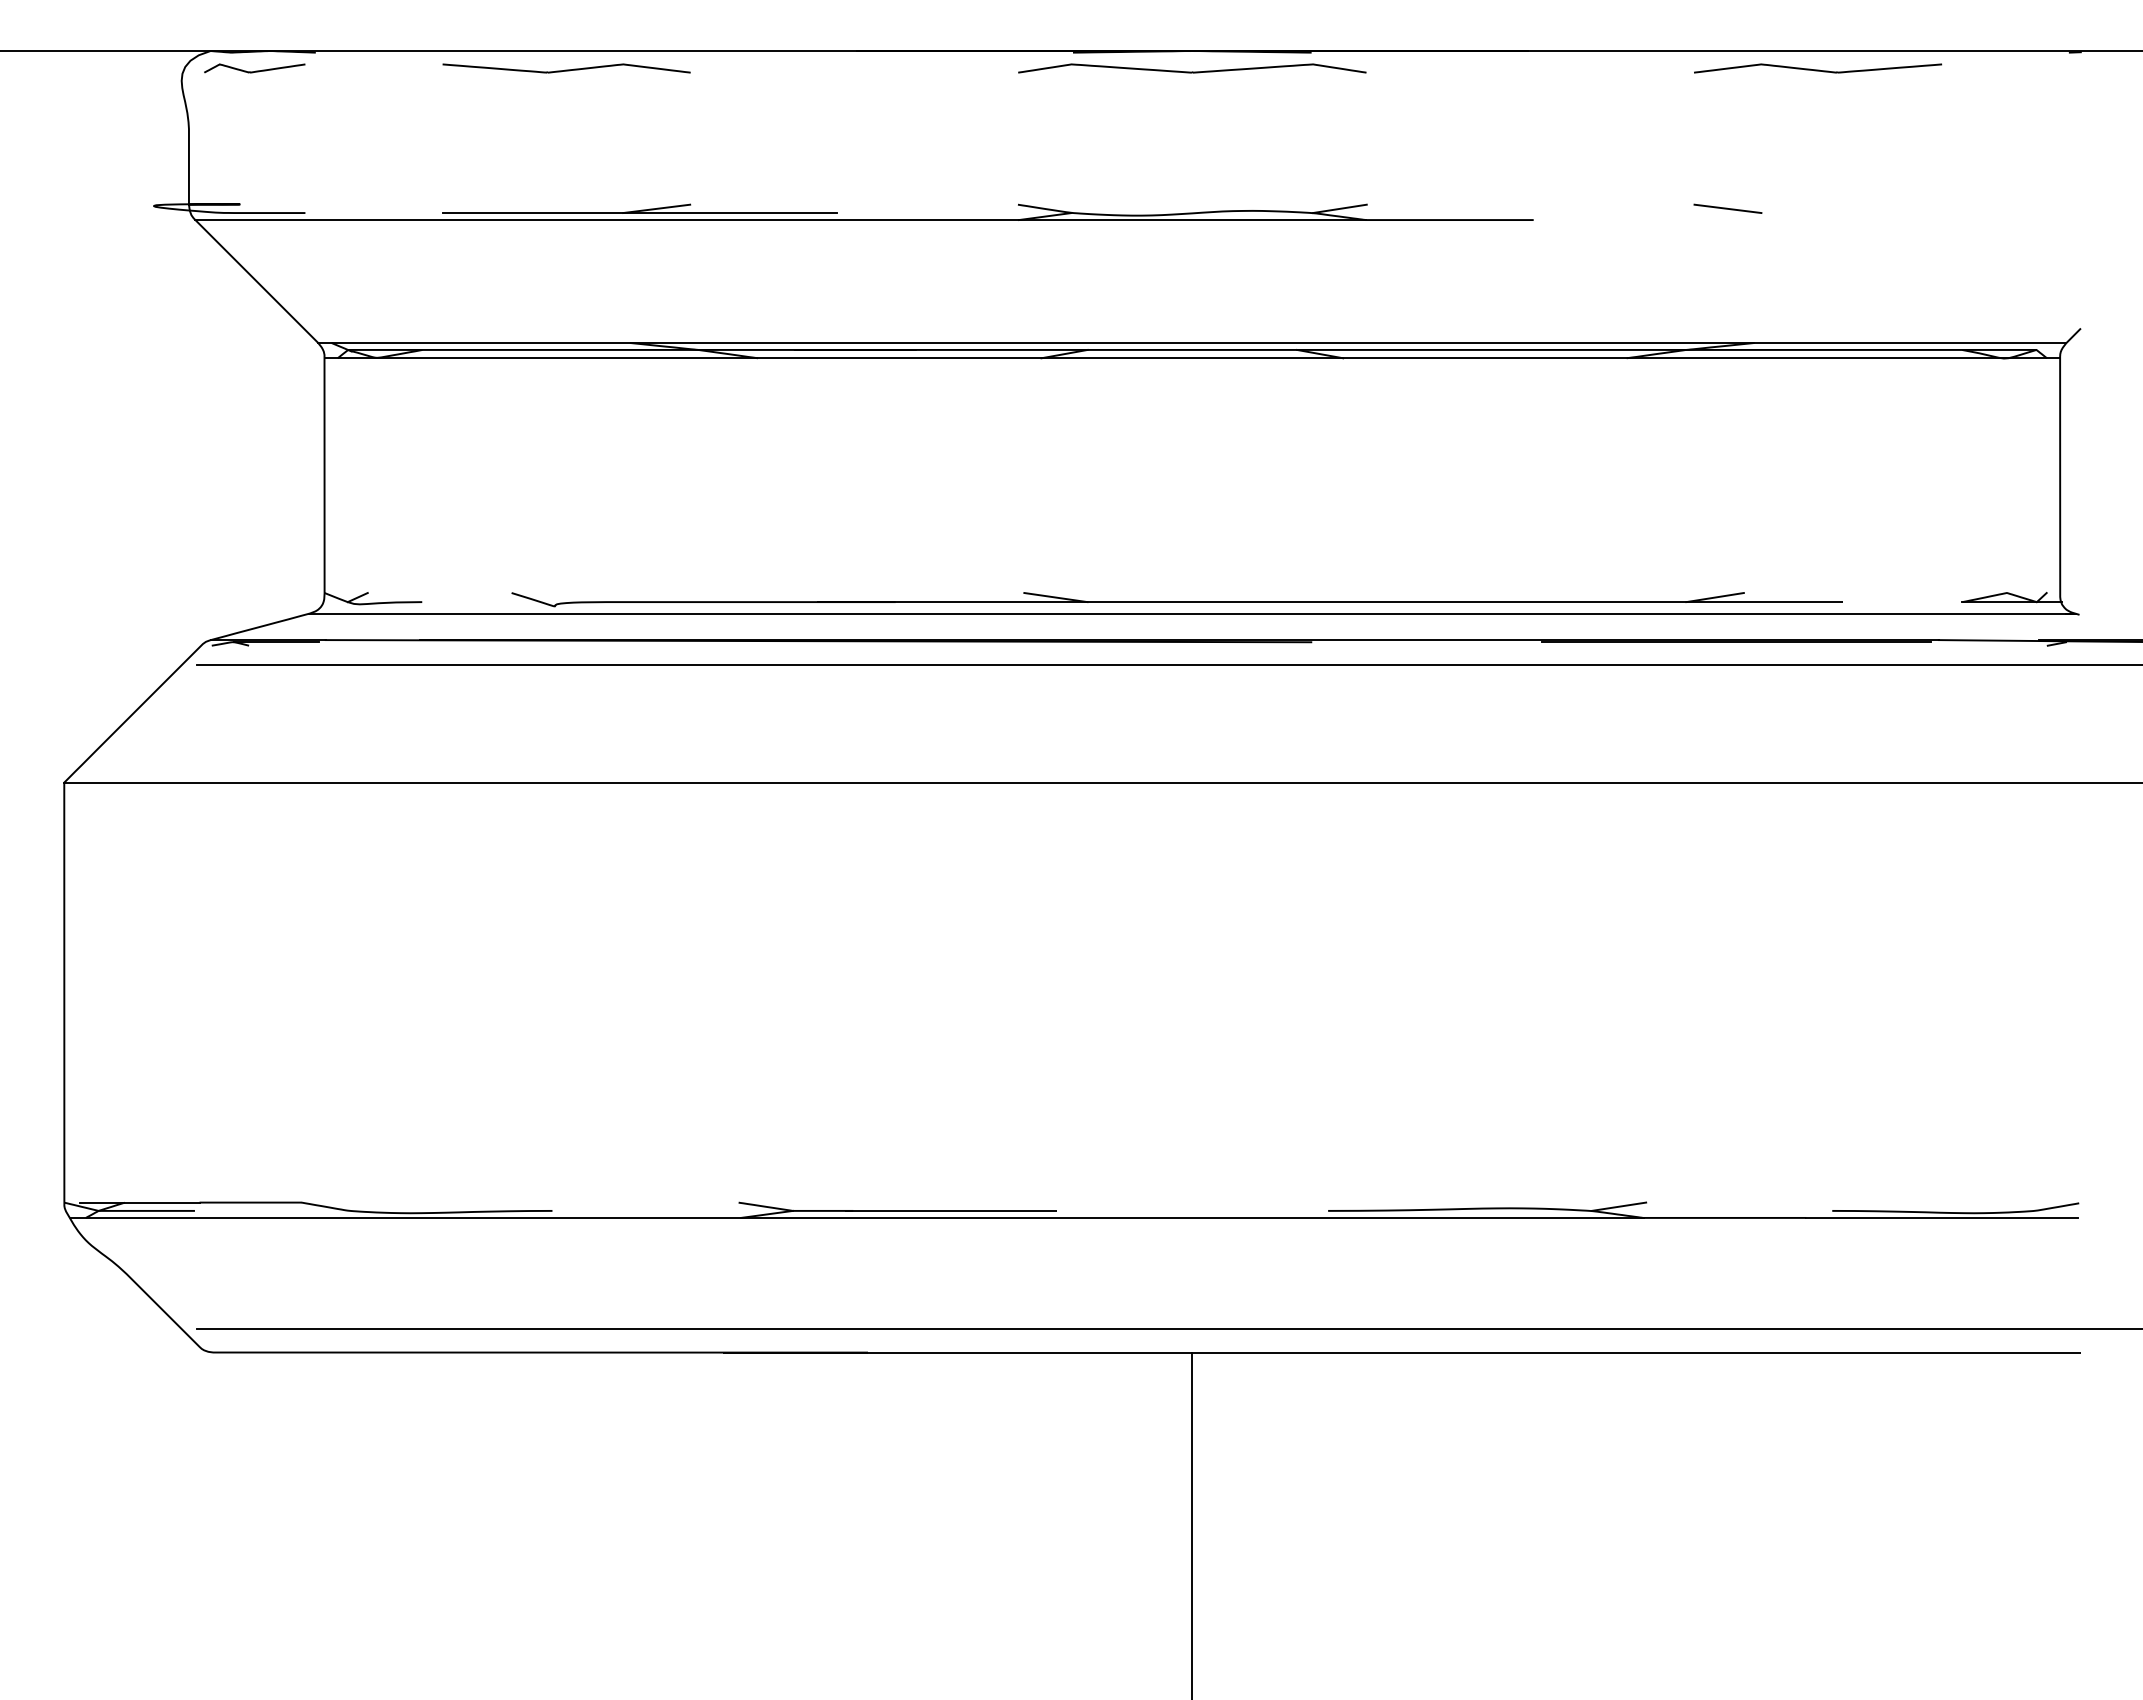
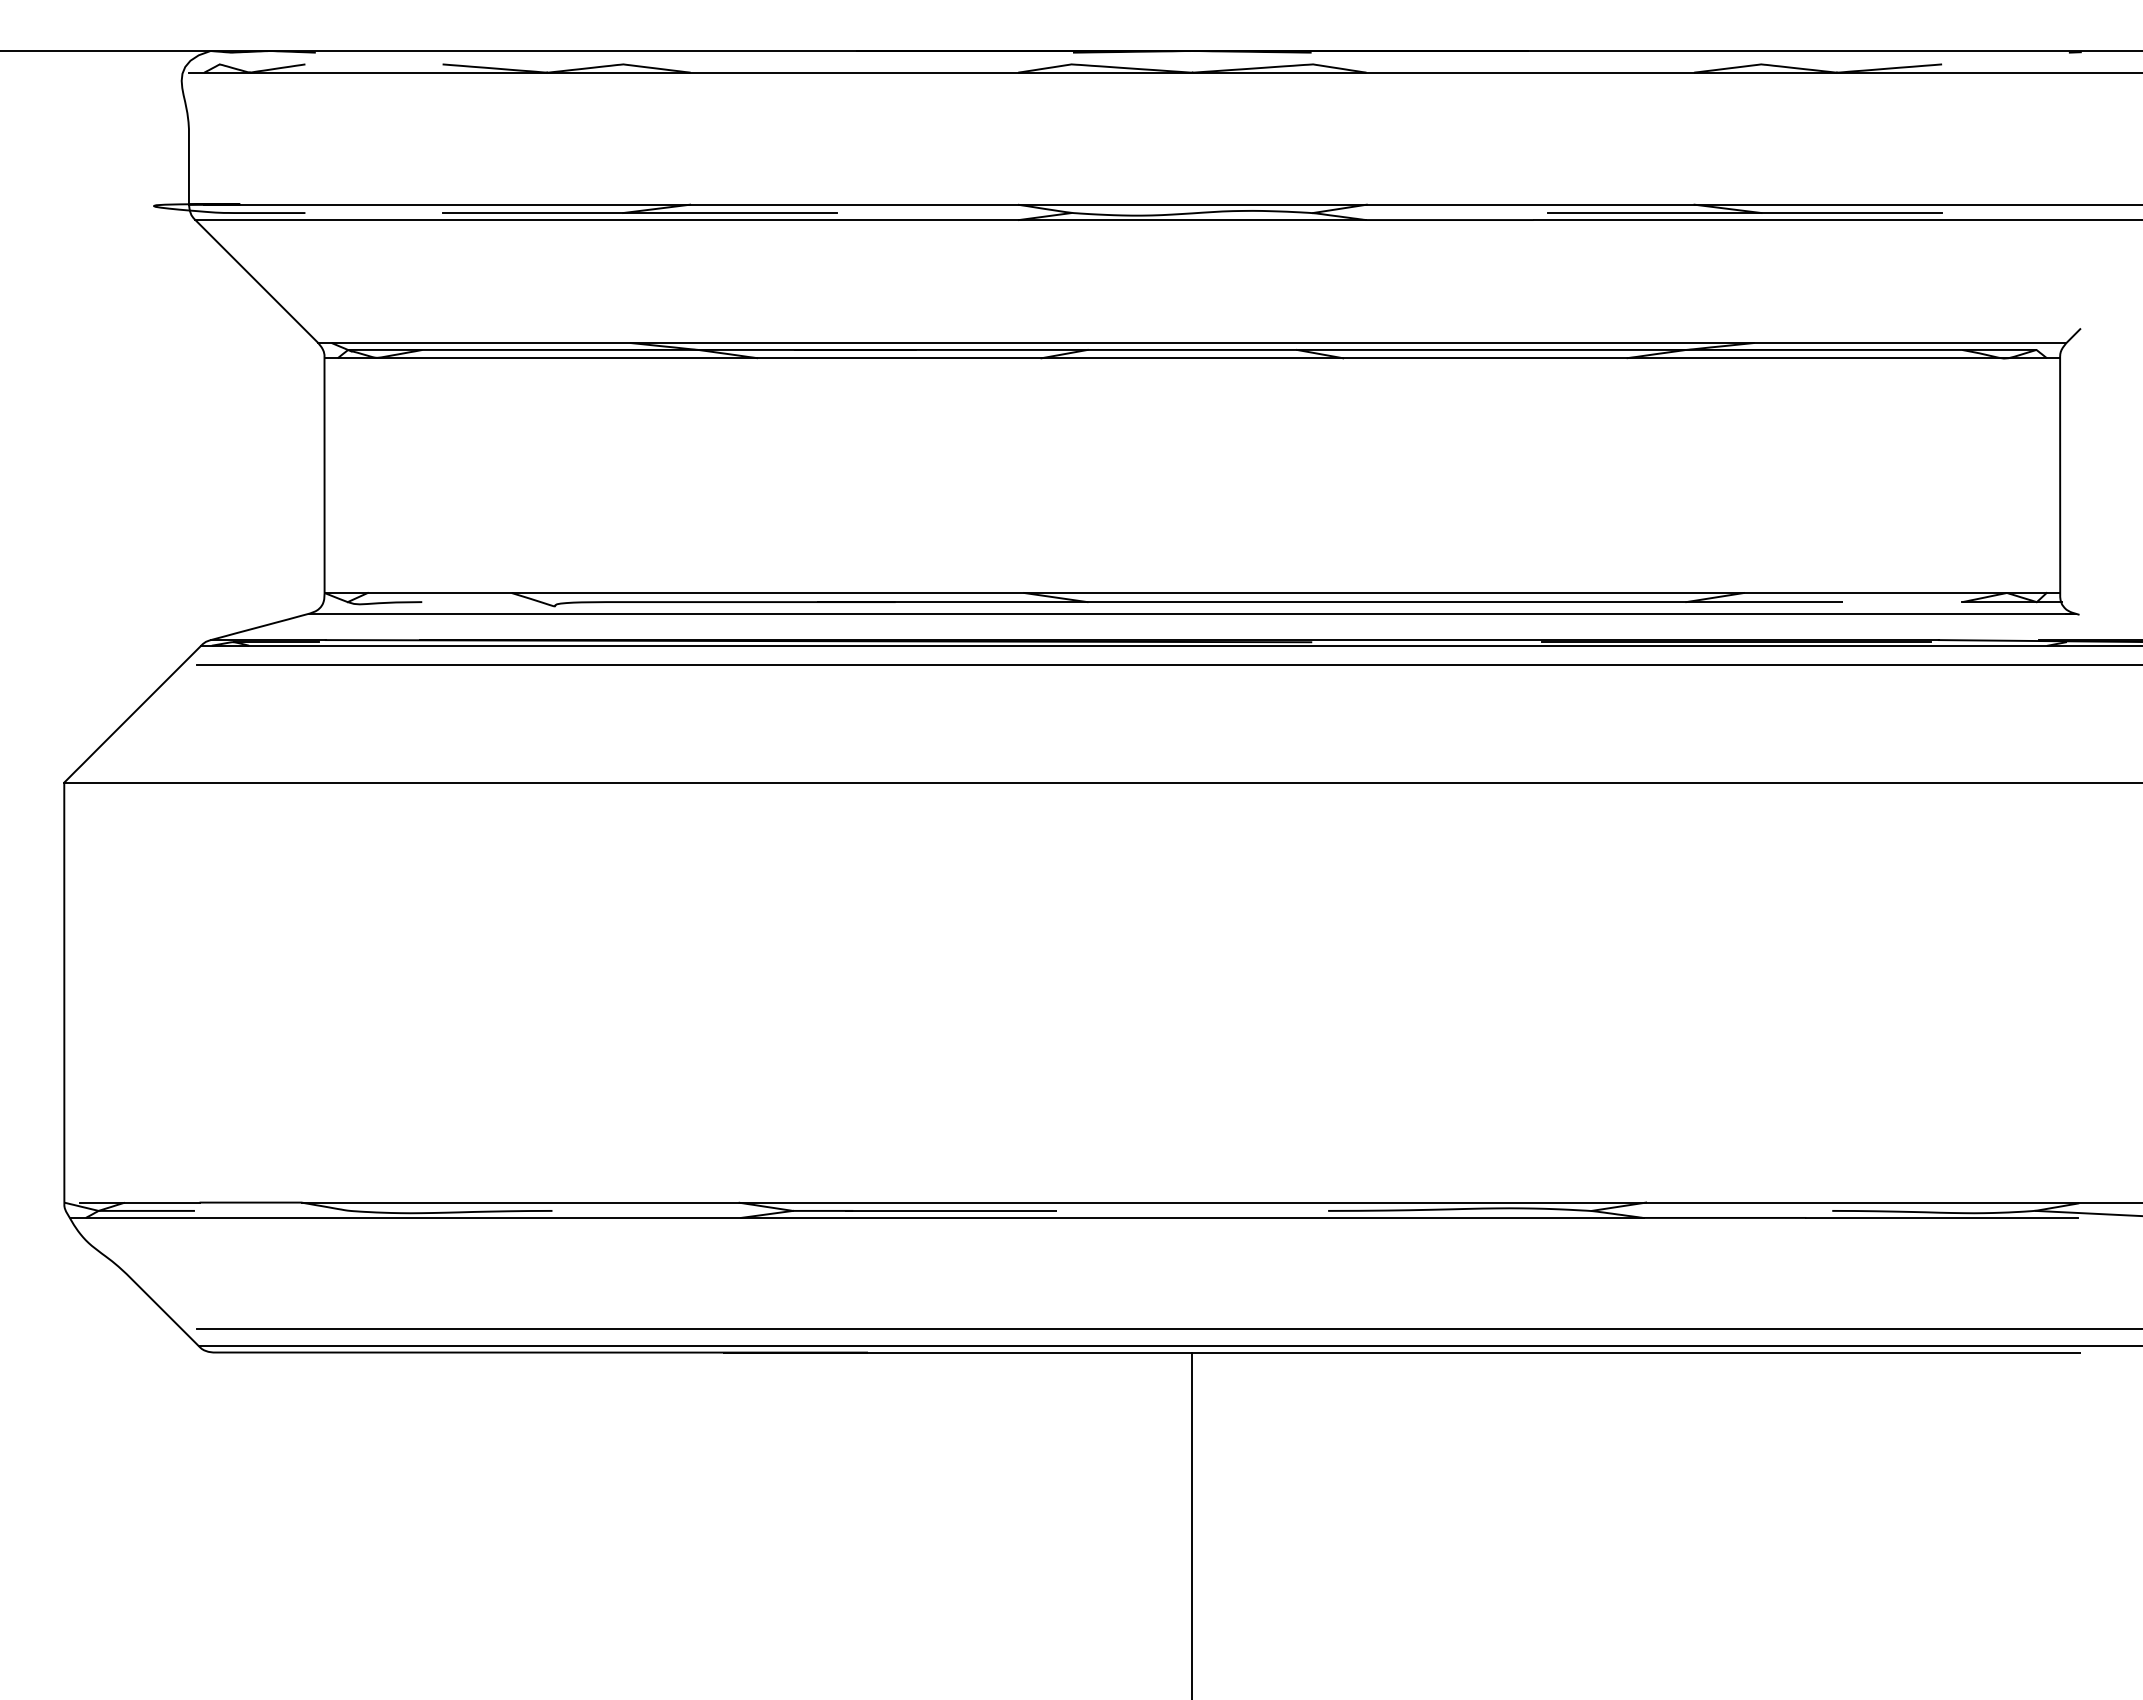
line at (1163, 72): none -> present
line at (1171, 204): none -> present
line at (1744, 213): none -> present
line at (1836, 220): none -> present
line at (1192, 593): none -> present
line at (1170, 645): none -> present
line at (1220, 1202): none -> present
line at (2087, 1212): none -> present
line at (1168, 1346): none -> present
